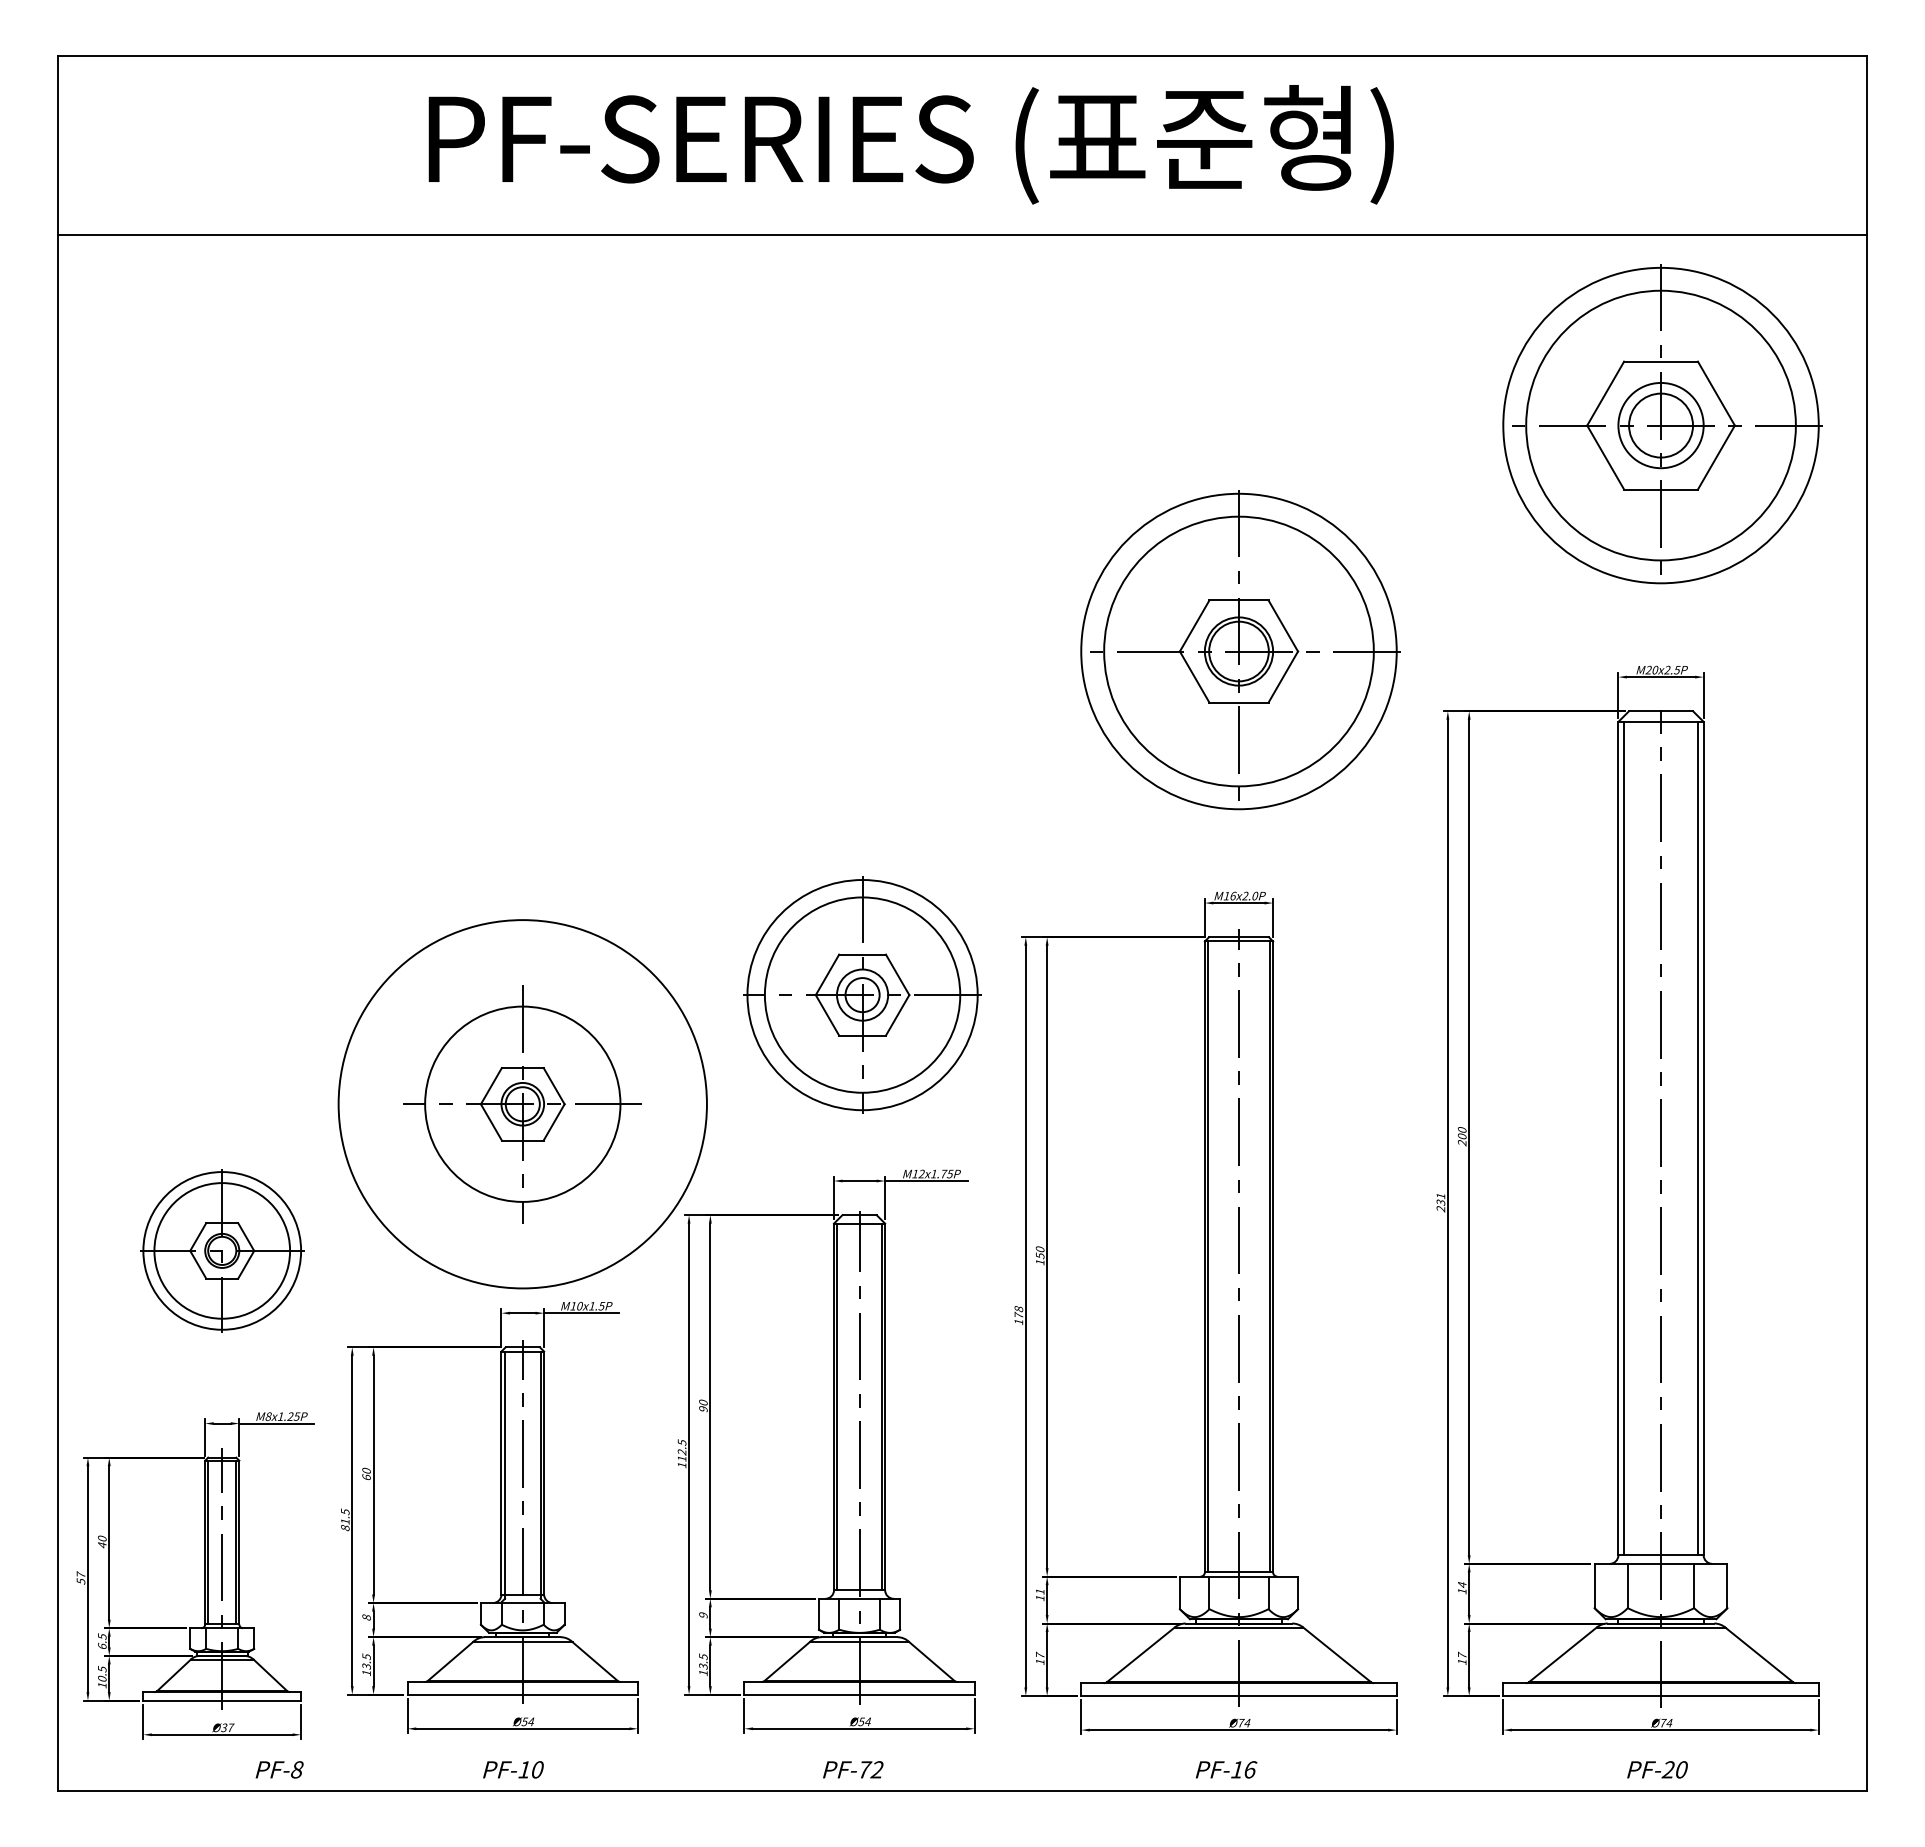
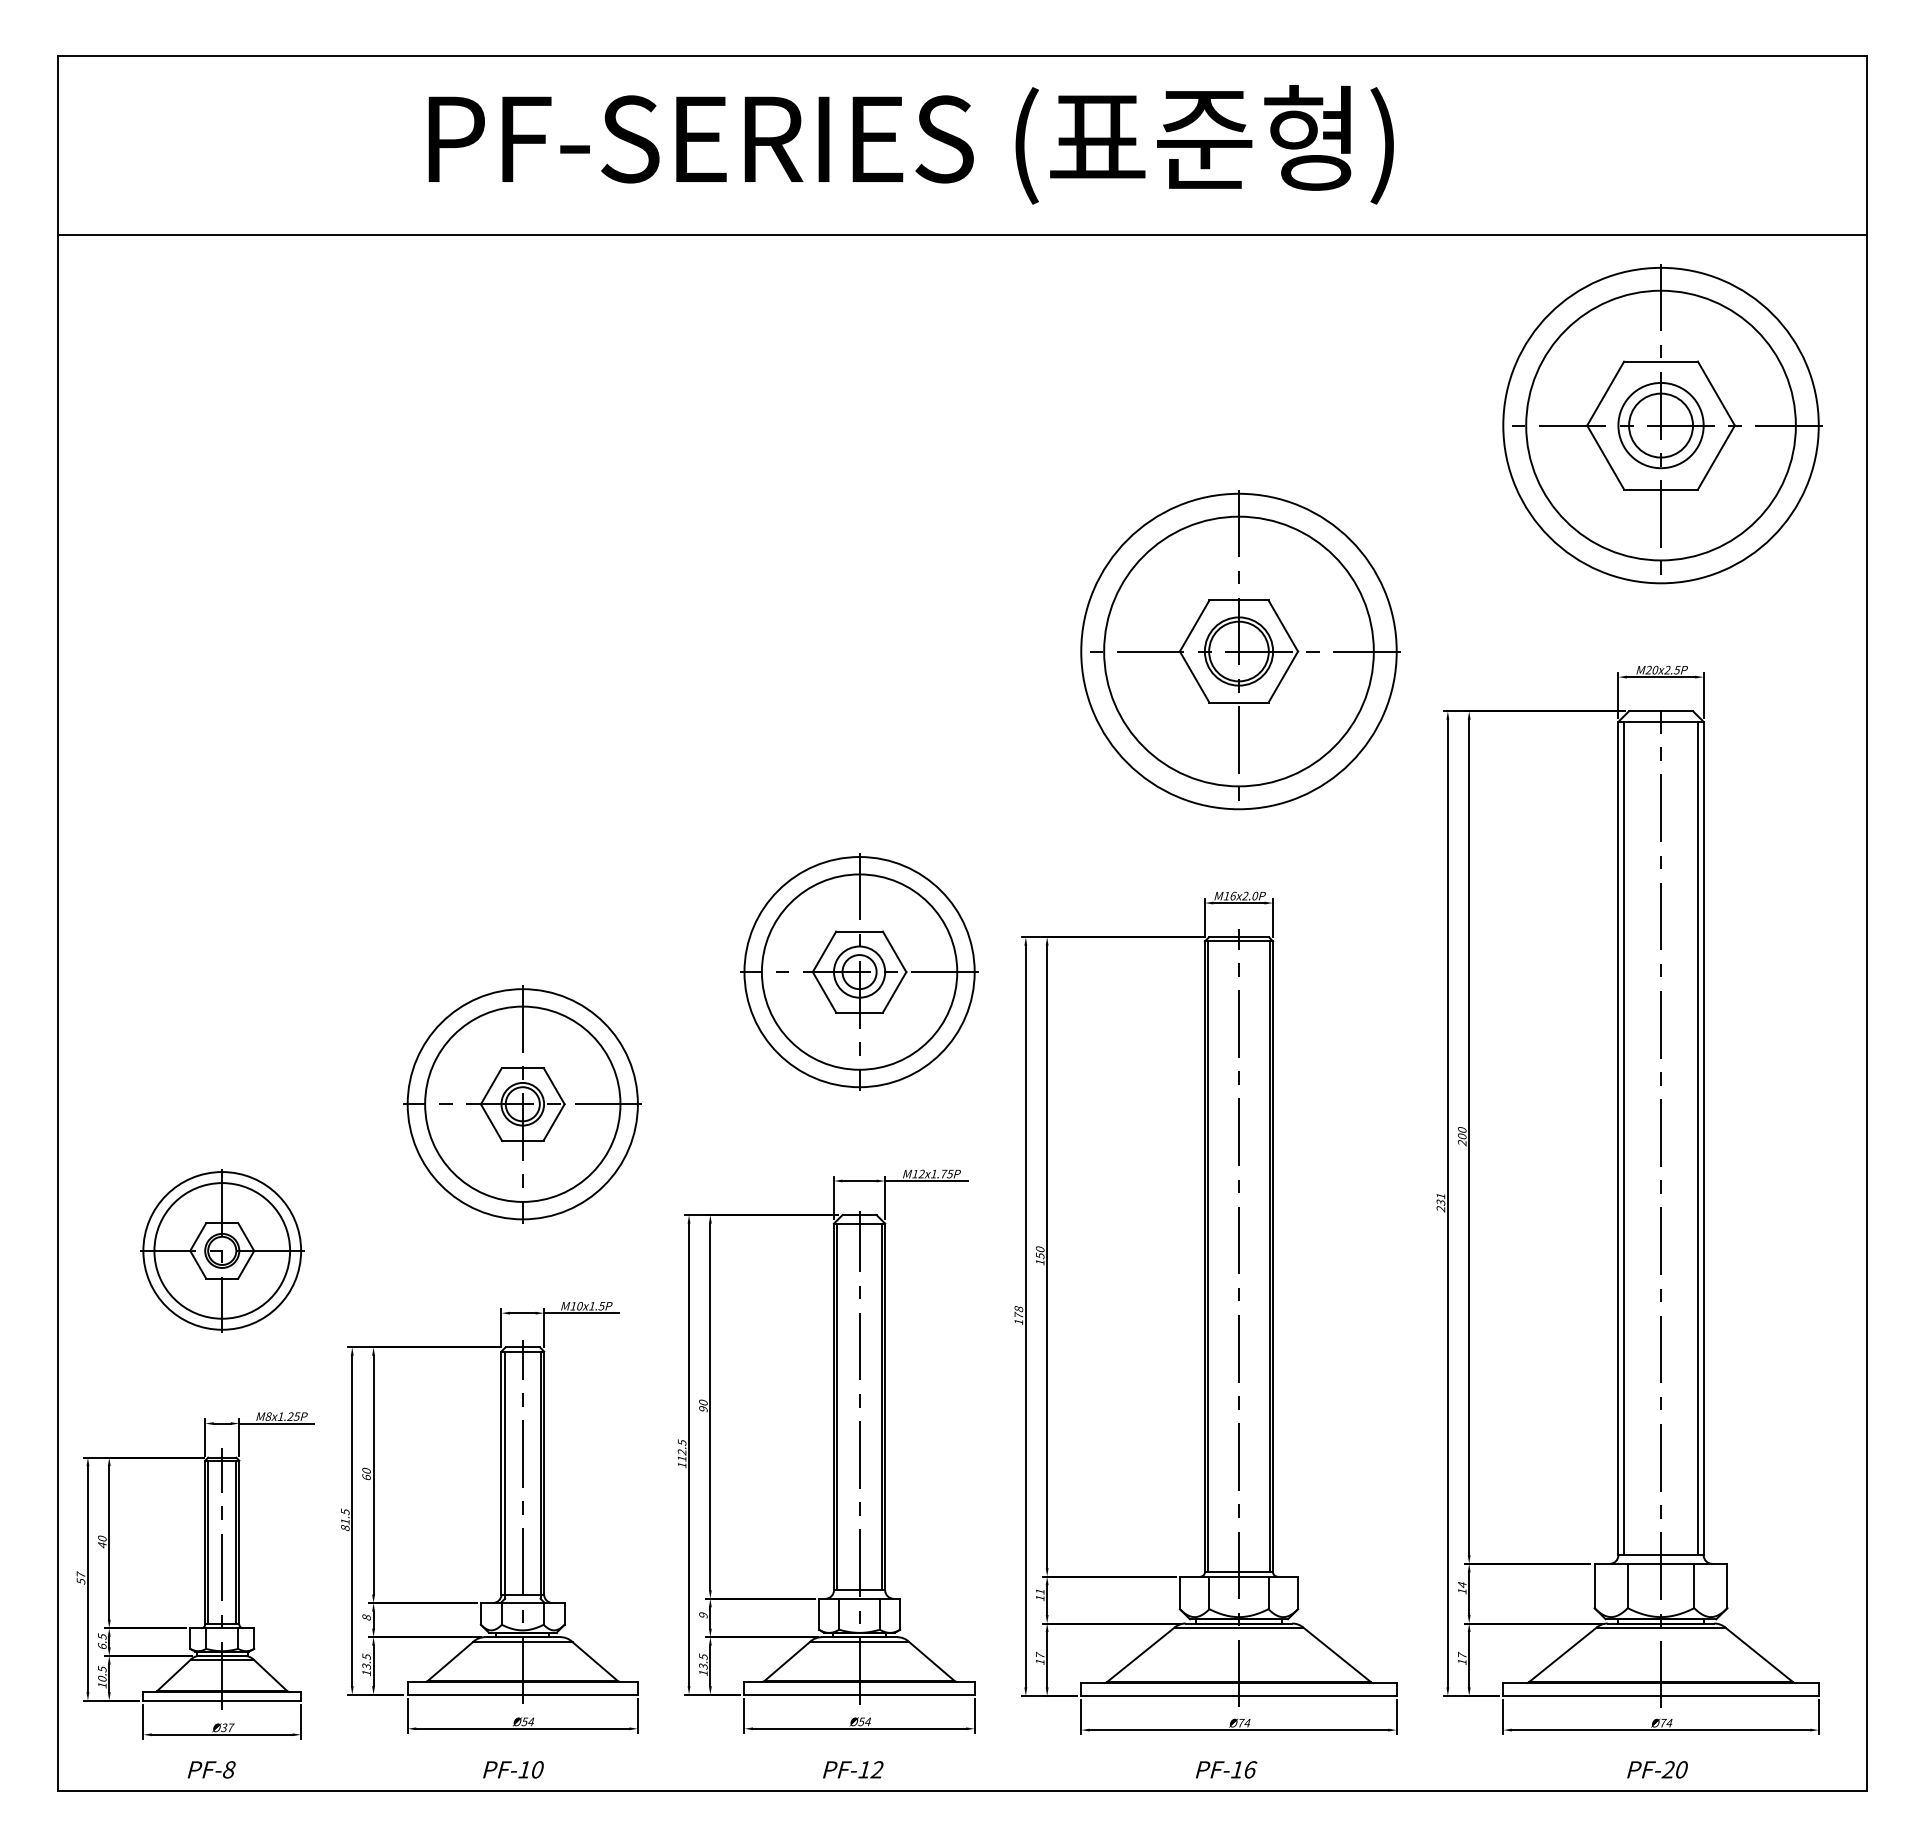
part at (862, 994) position: (862, 994) -> (859, 971)
circle at (522, 1104) diameter: 368 px -> 230 px
text at (279, 1769) position: (279, 1769) -> (211, 1769)
text at (865, 1769): PF-72 -> PF-12
